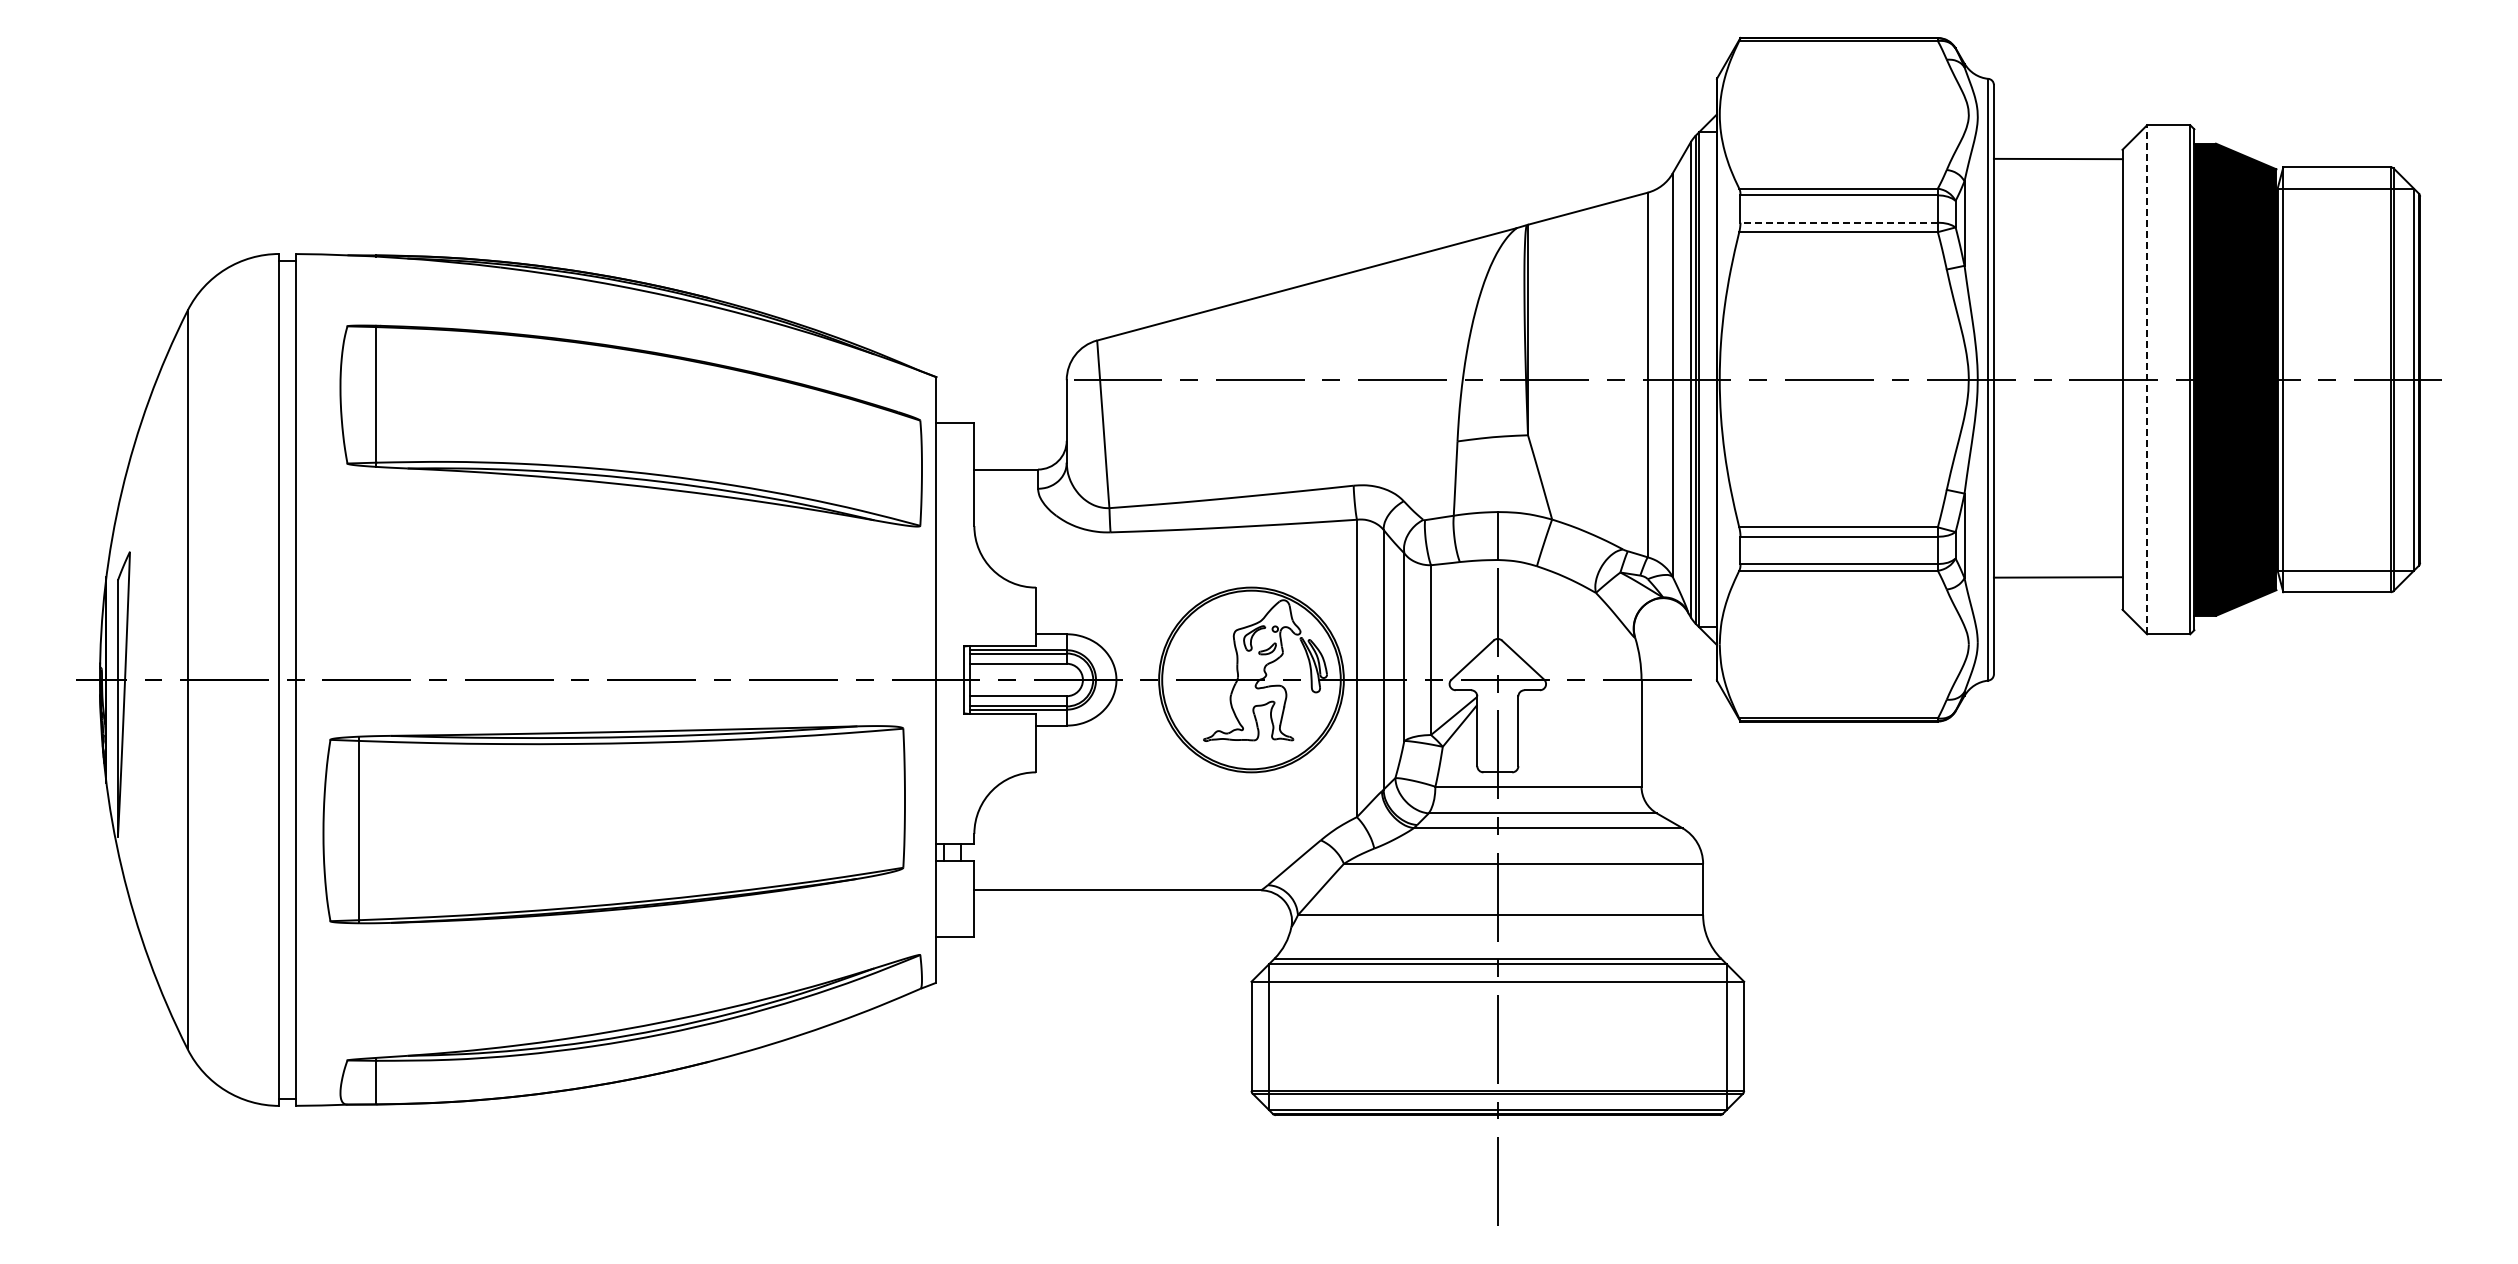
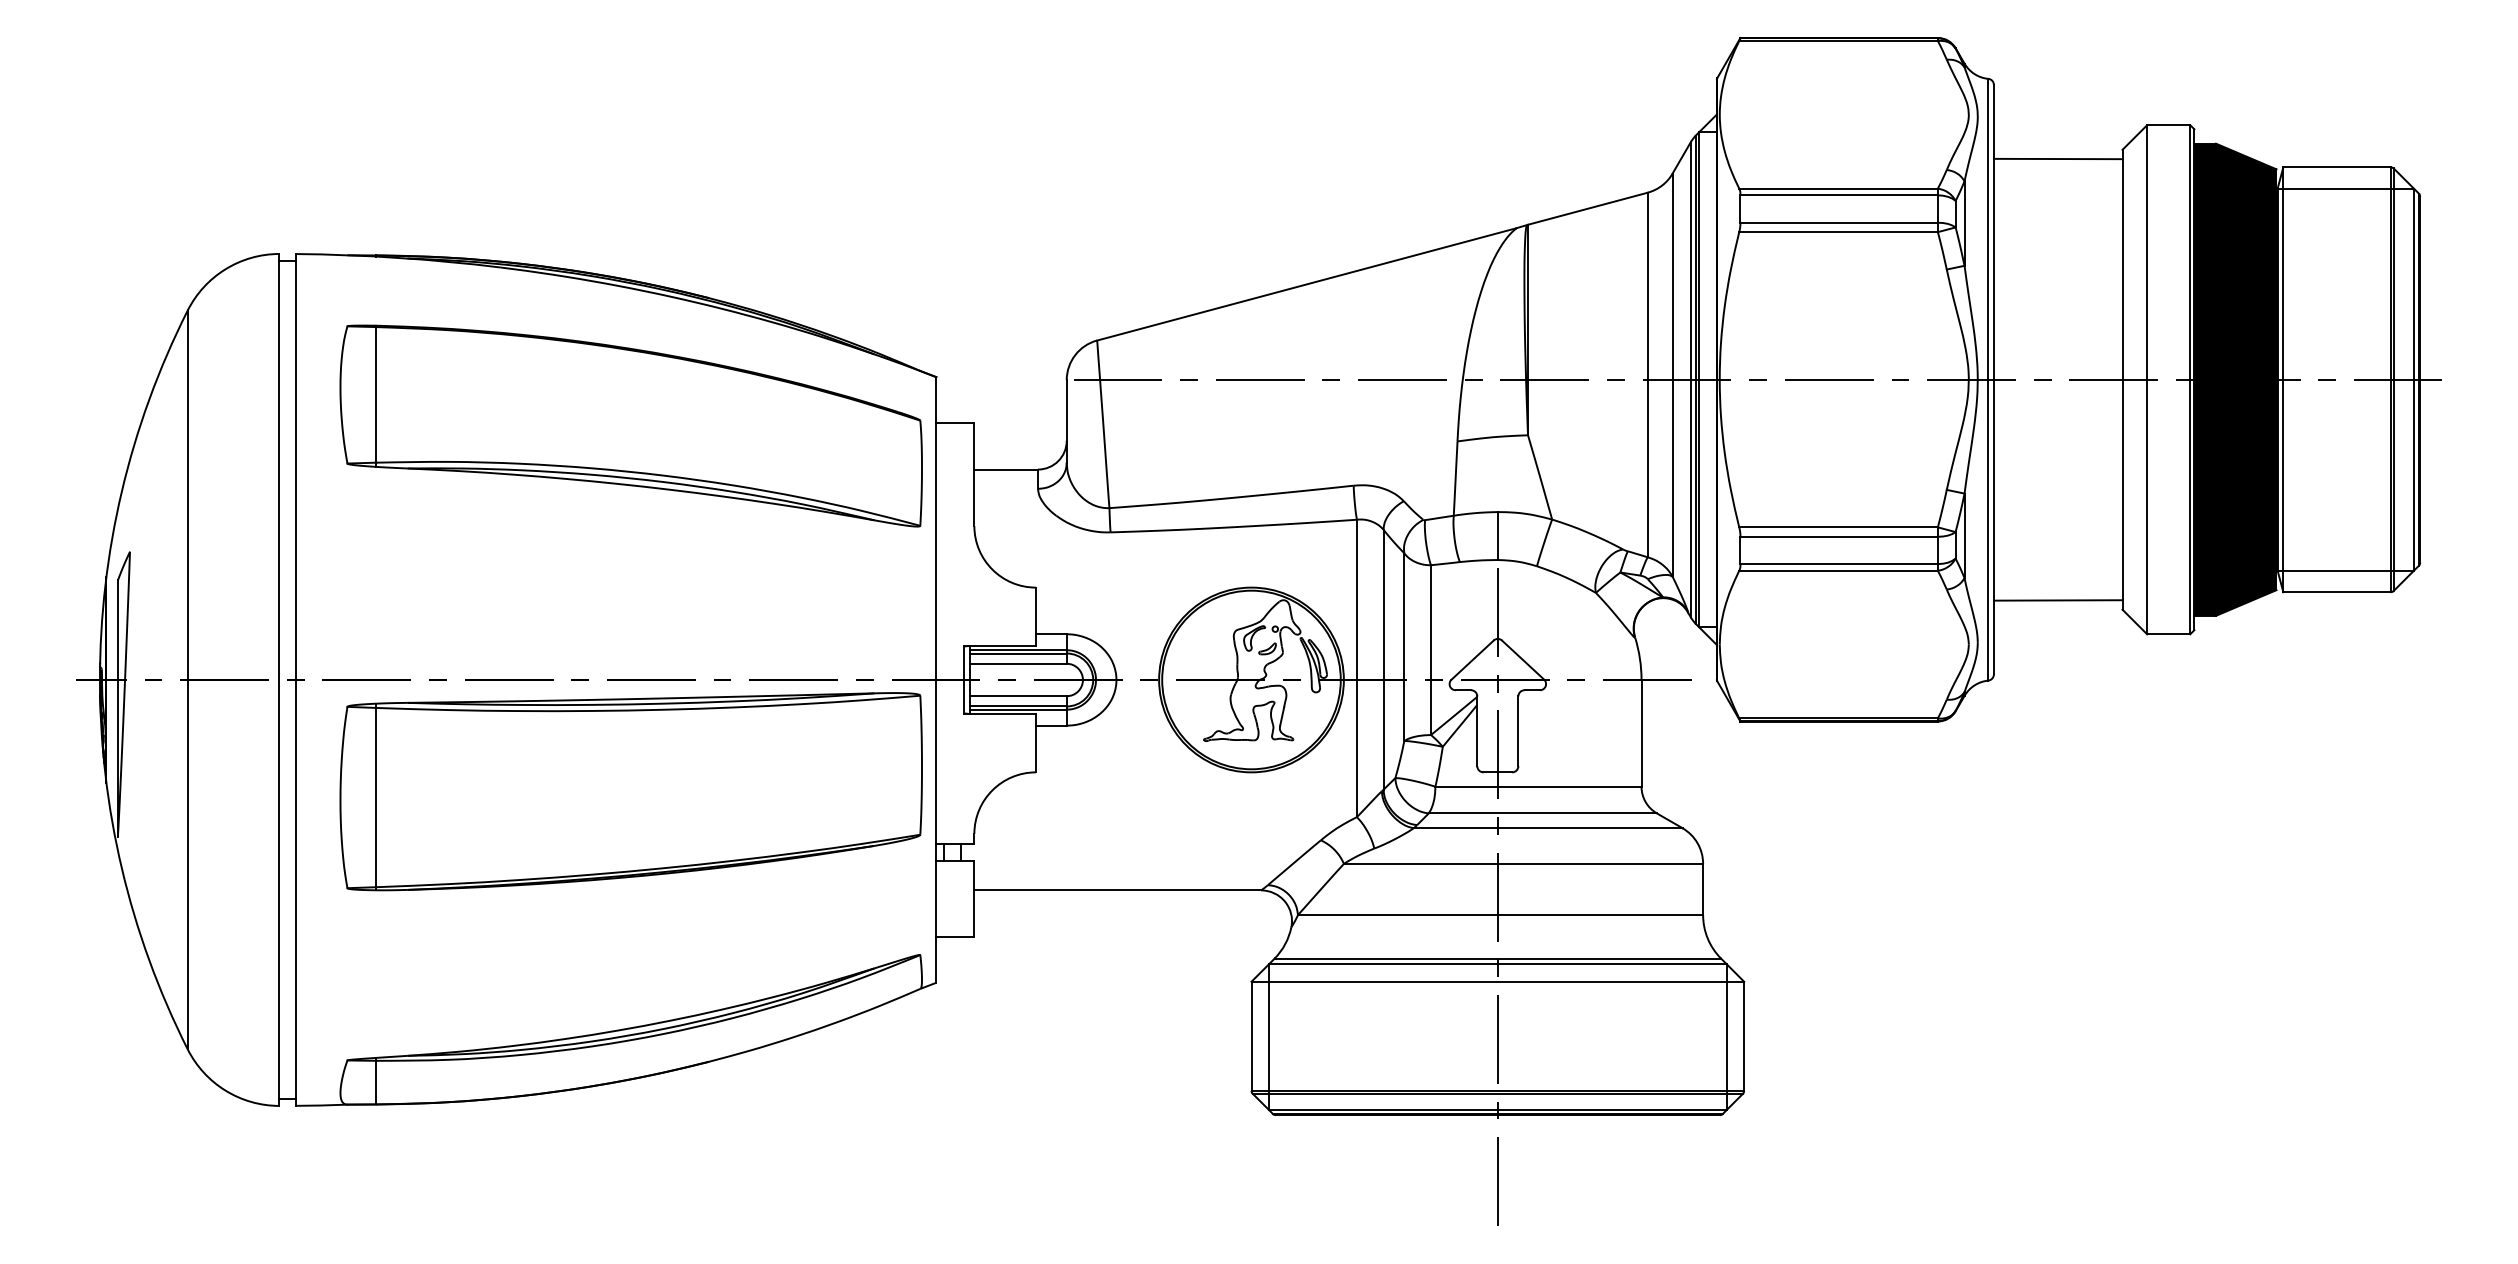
line at (1839, 222): dashed -> solid
line at (2147, 379): dashed -> solid
line at (2057, 577) position: (2057, 577) -> (2057, 600)
part at (613, 824) position: (613, 824) -> (630, 791)
